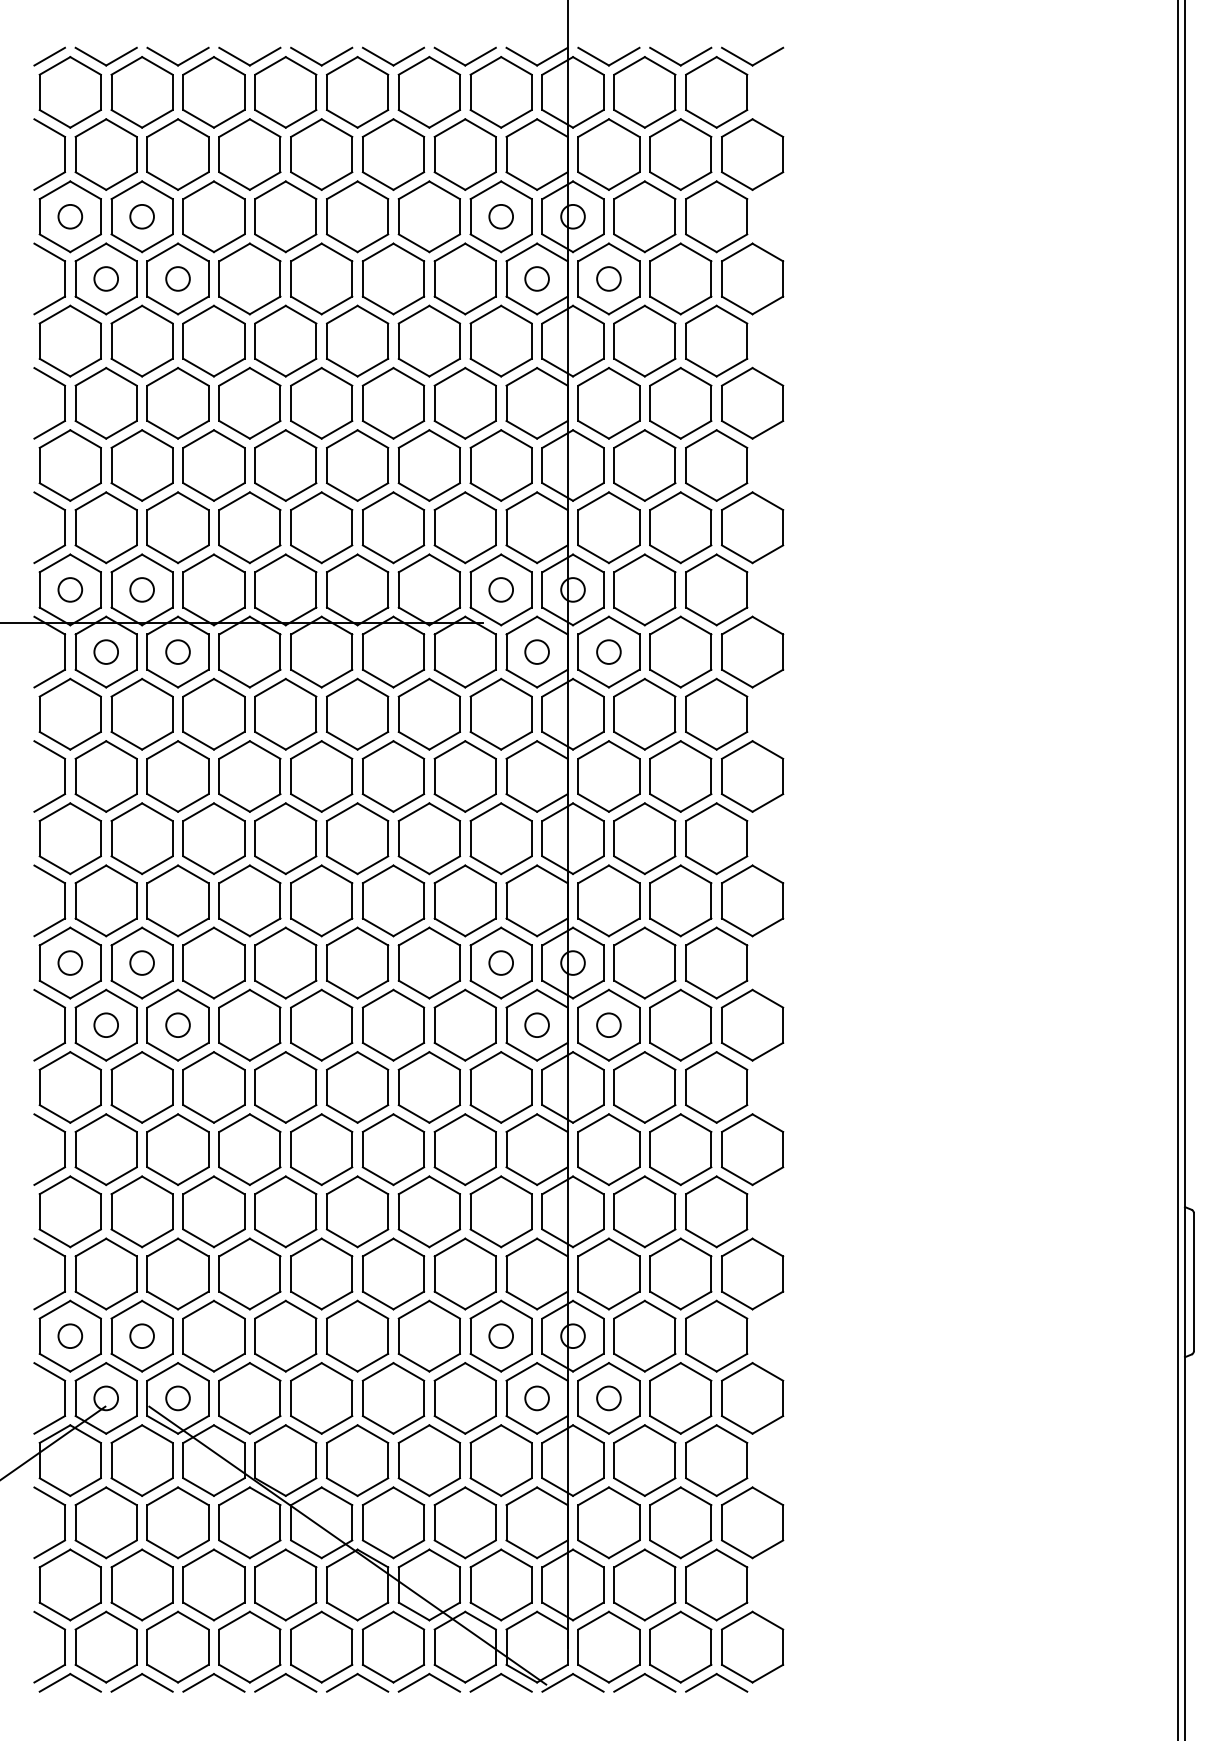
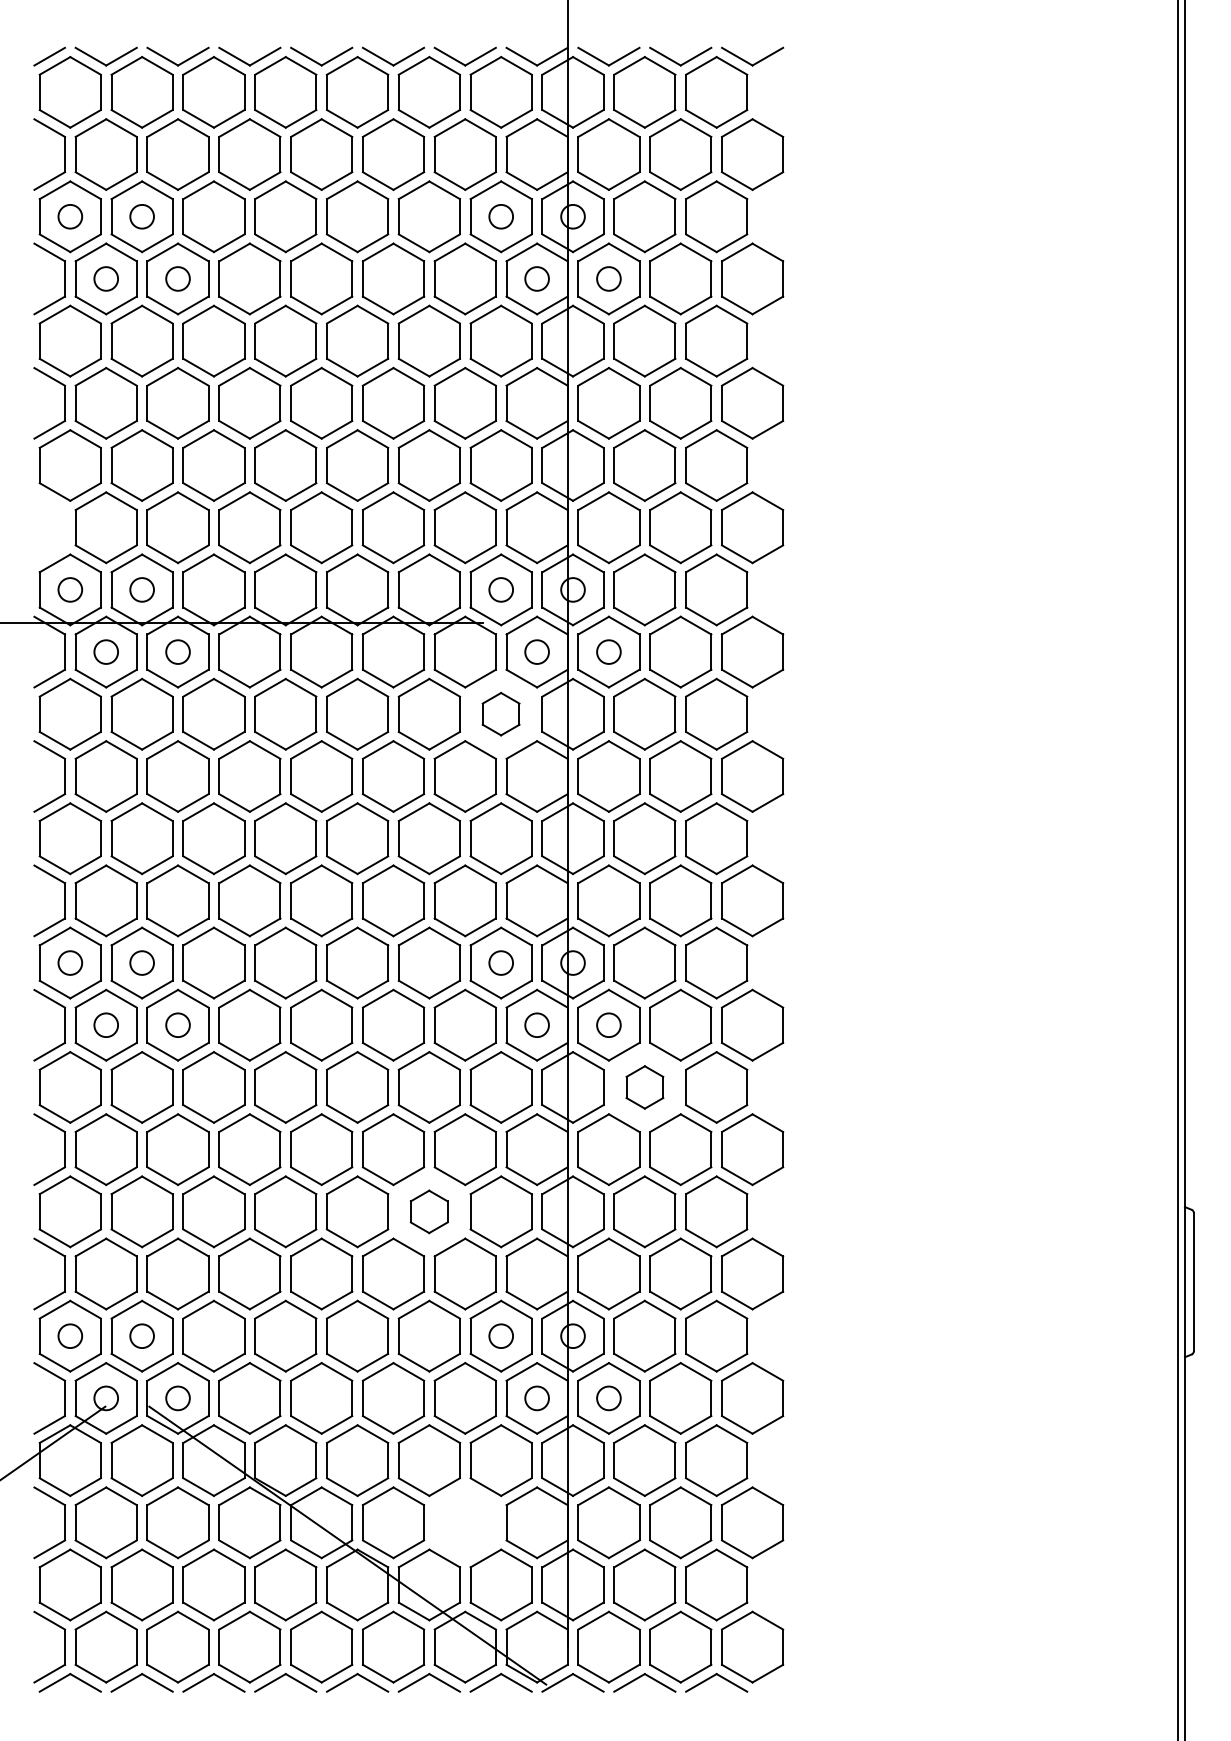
part at (64, 527): present -> none
part at (500, 713) size: 64x74 px -> 40x46 px
part at (644, 1087) size: 64x73 px -> 40x45 px
part at (428, 1211) size: 64x74 px -> 40x46 px
part at (464, 1522): present -> none
